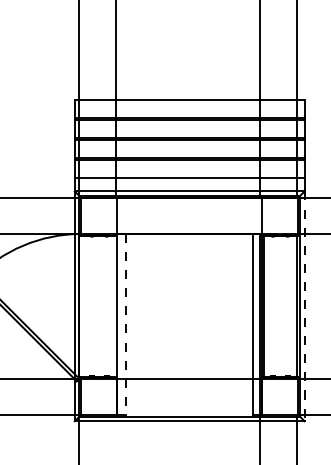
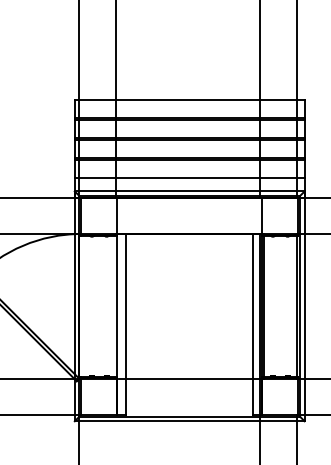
line at (304, 306): dashed -> solid
line at (126, 324): dashed -> solid
